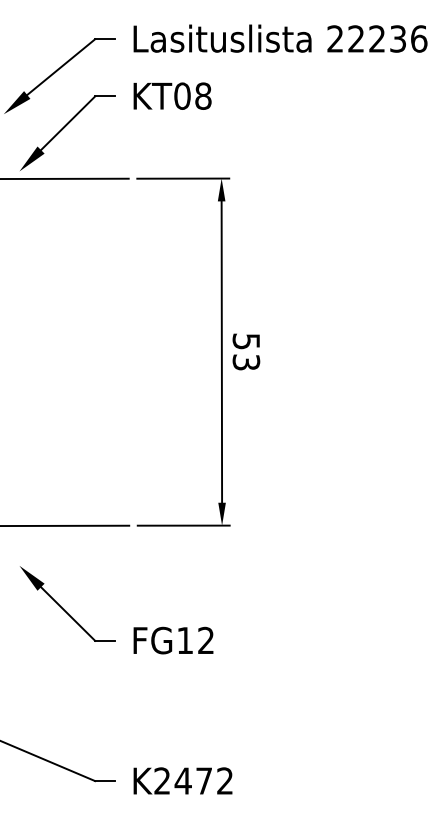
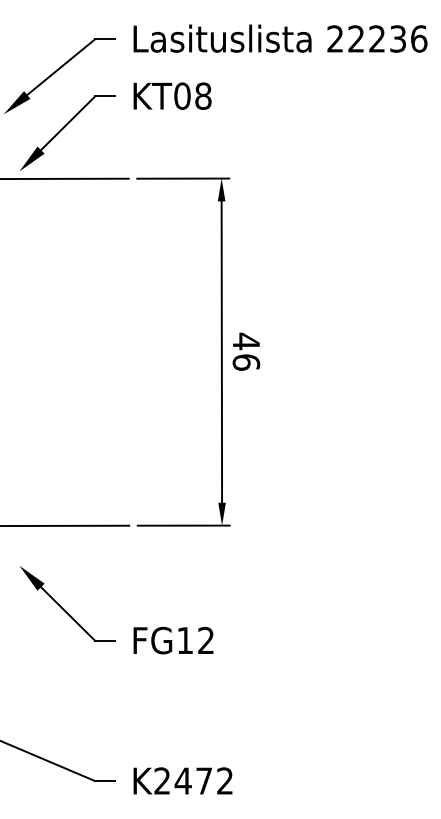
text at (246, 351): 53 -> 46
